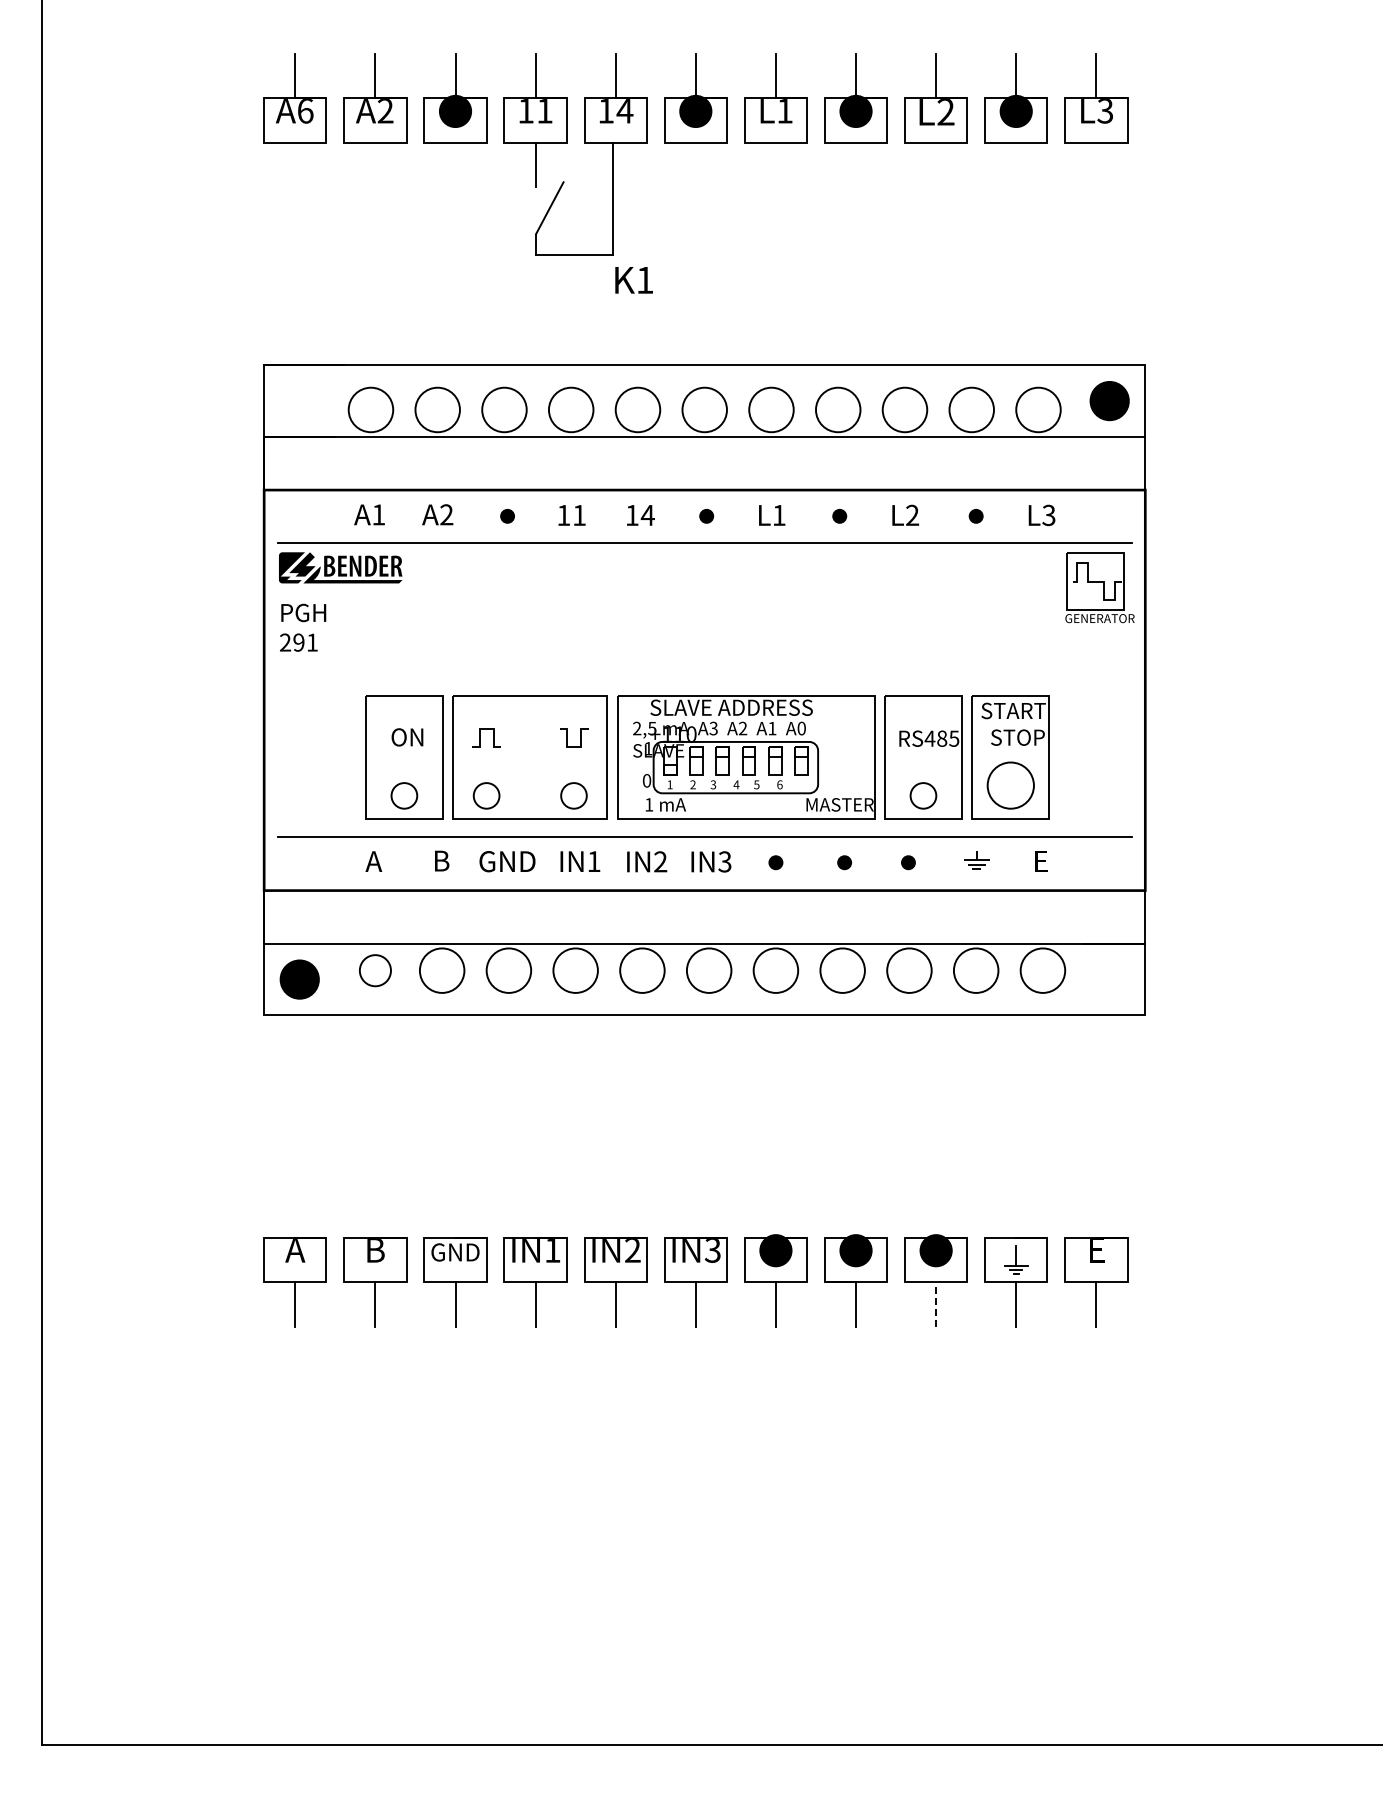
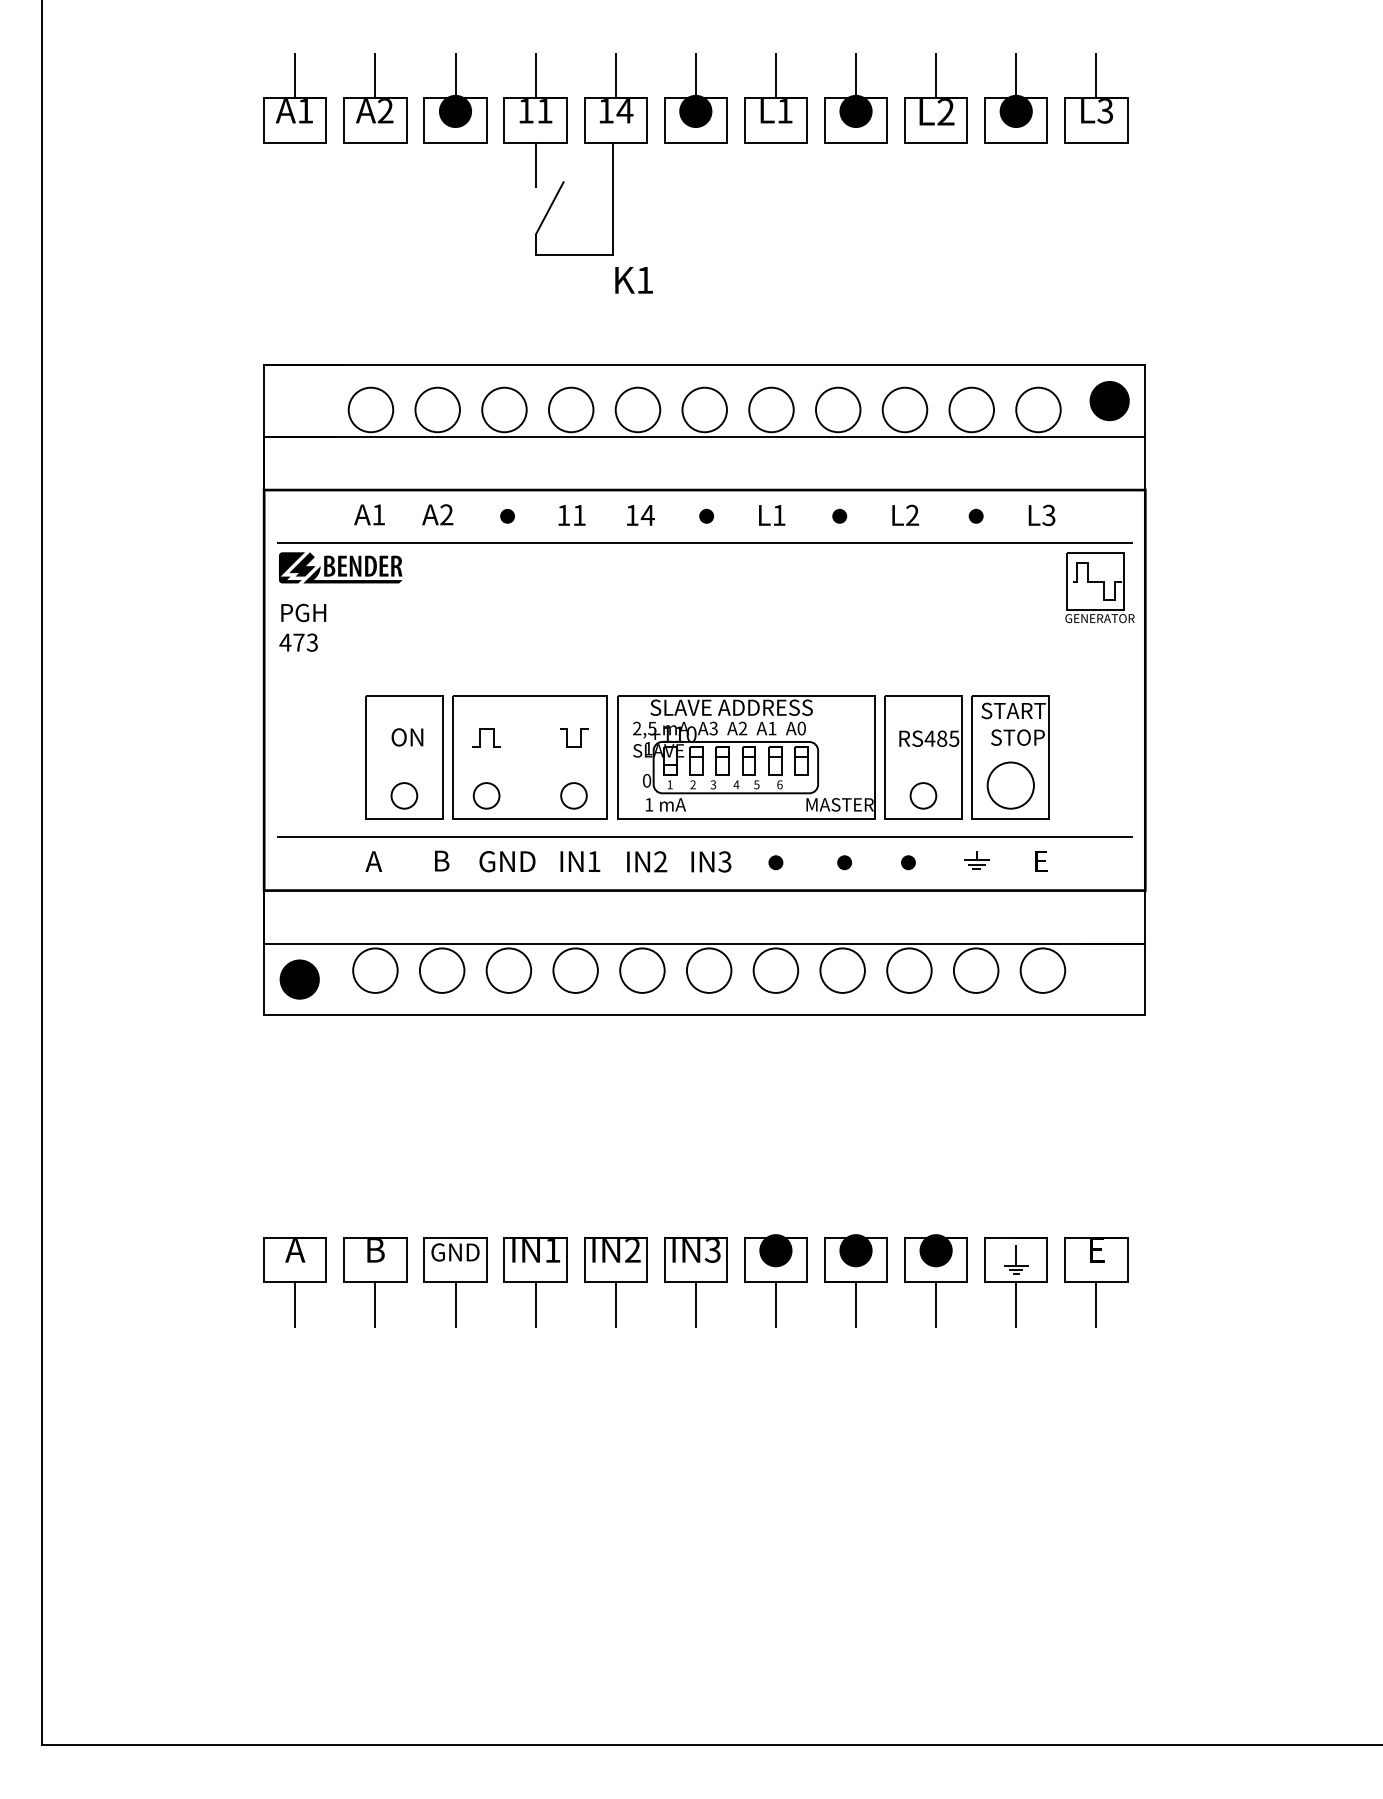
text at (305, 111): A6 -> A1
text at (298, 642): 291 -> 473
circle at (374, 970) diameter: 31 px -> 45 px
line at (936, 1303): dashed -> solid
